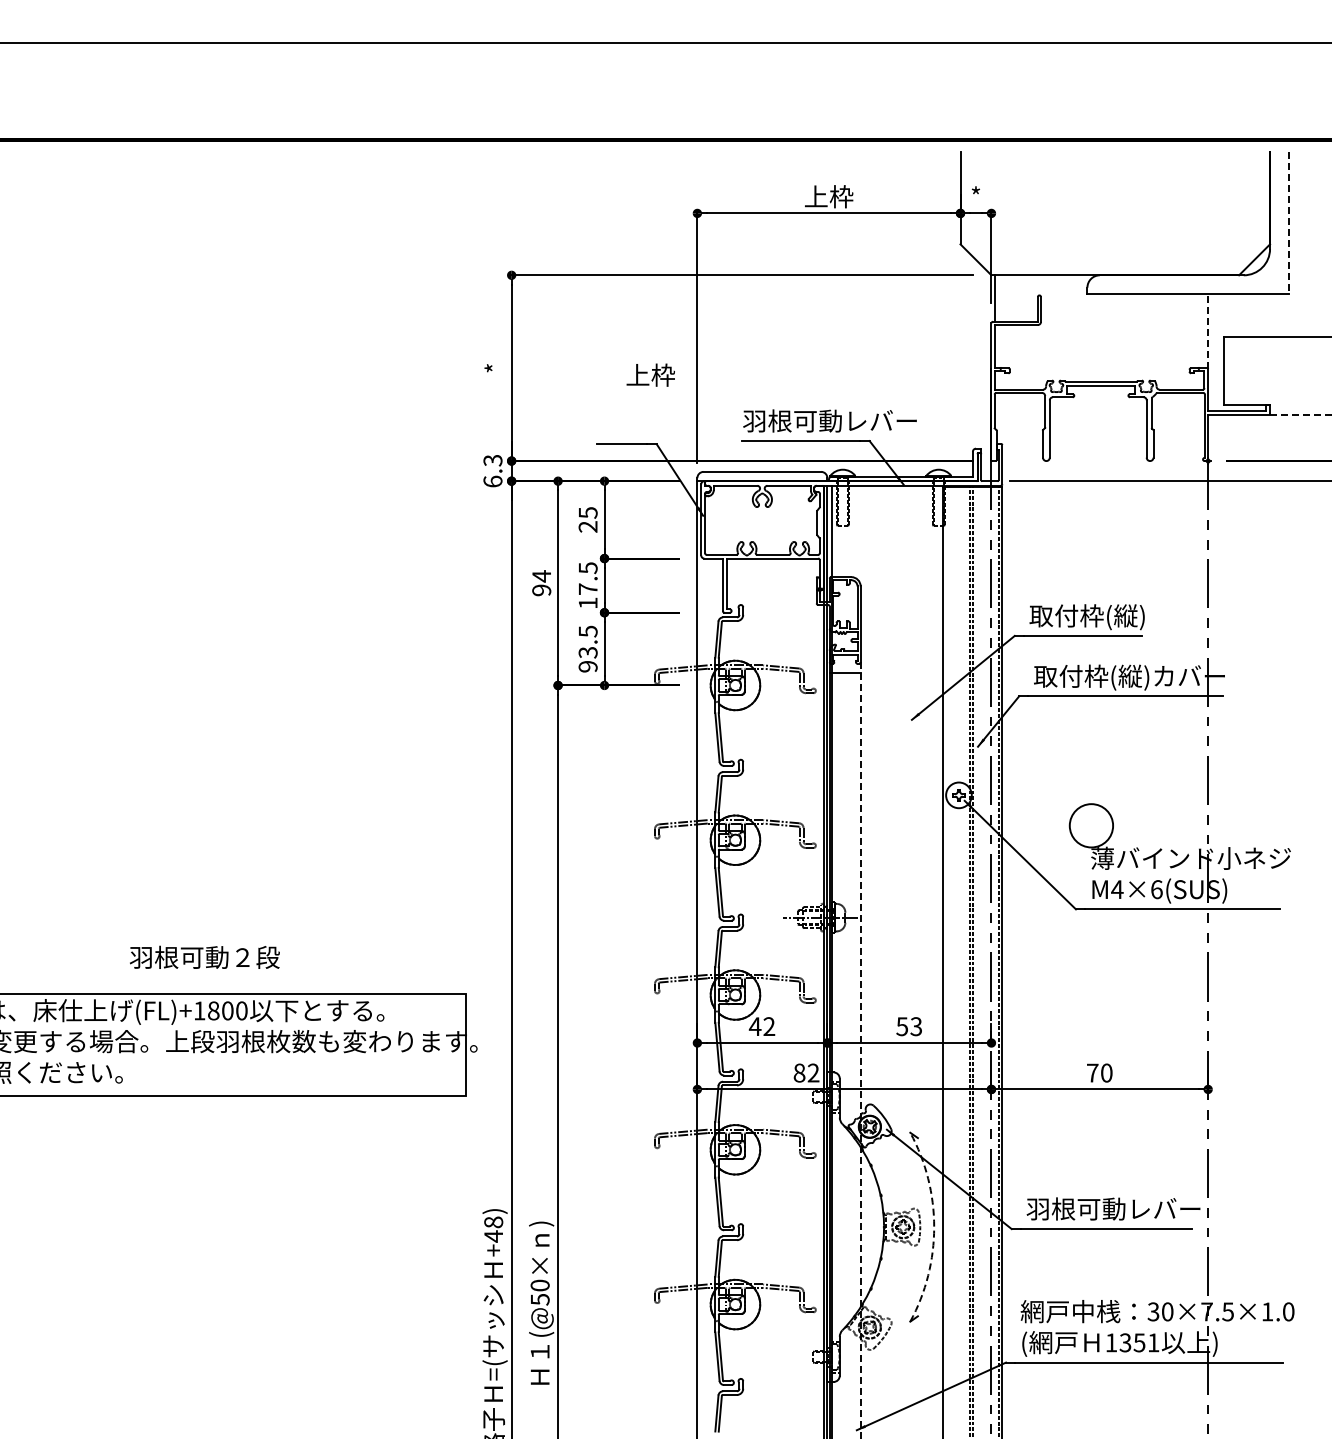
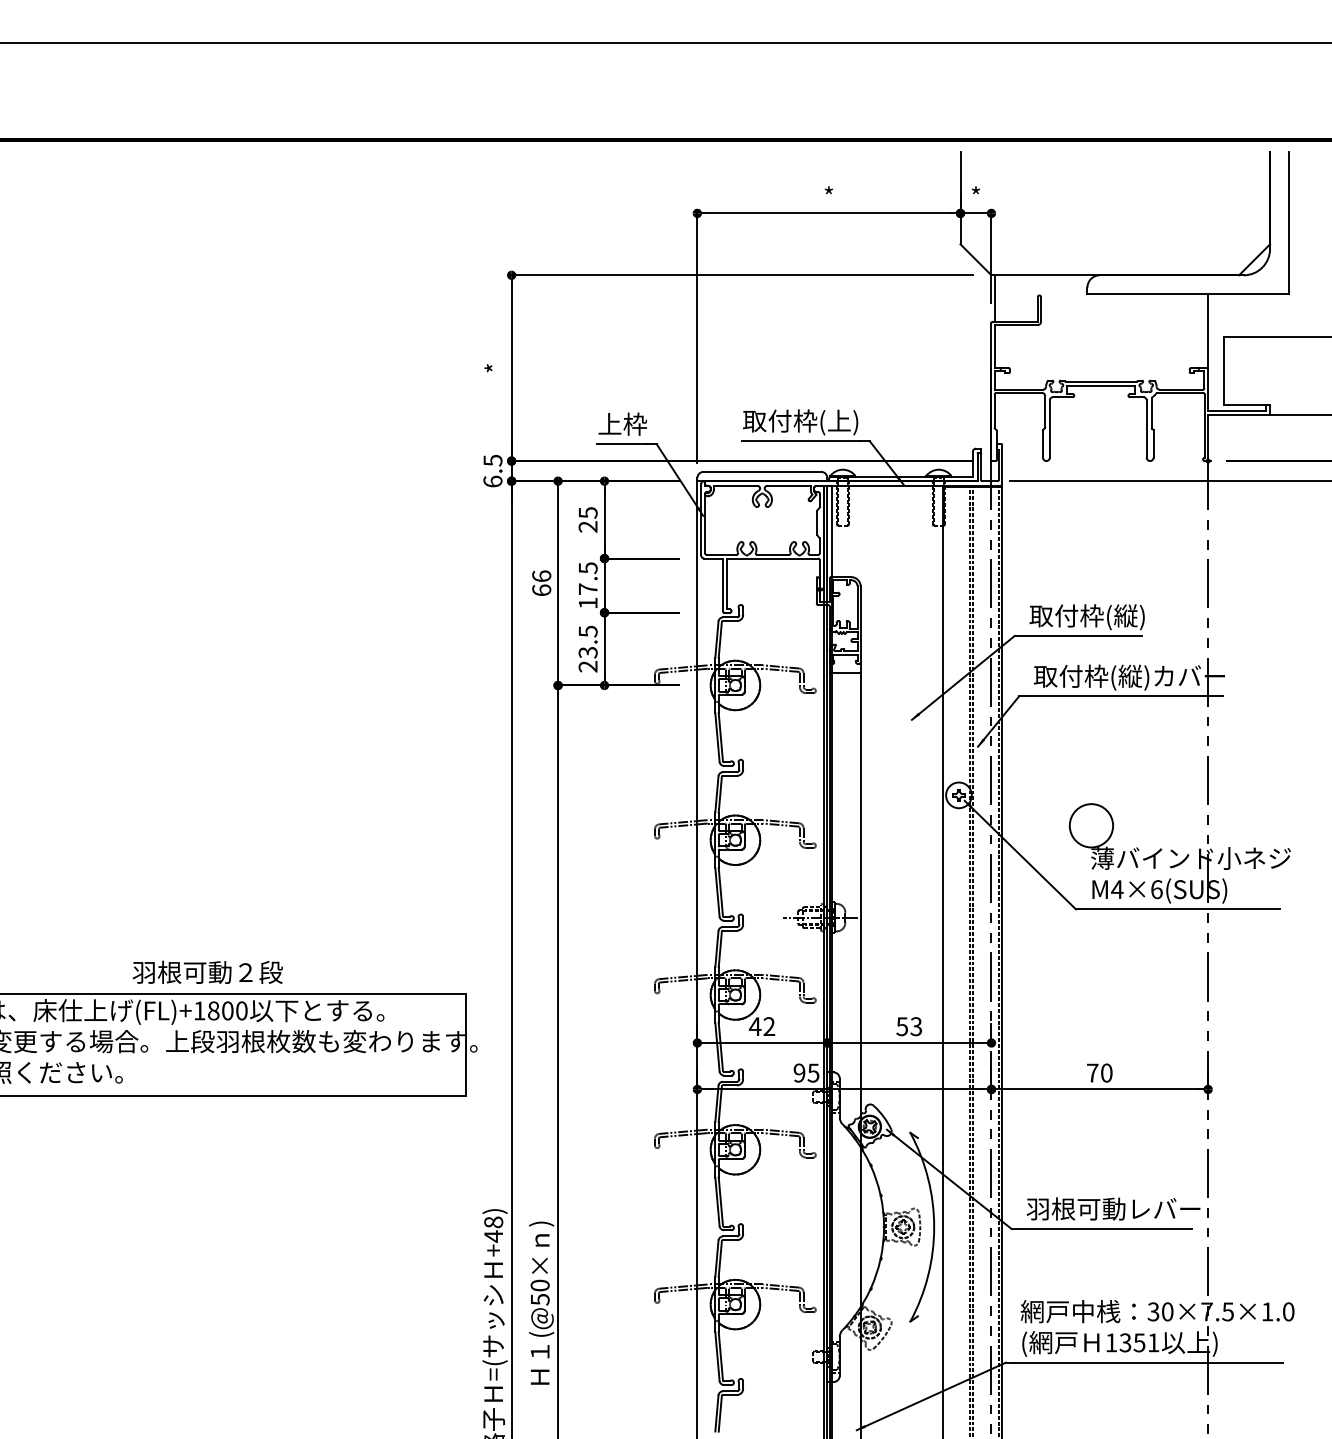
text at (829, 196): 上枠 -> *
line at (1288, 223): dashed -> solid
line at (1208, 331): dashed -> solid
text at (650, 374) position: (650, 374) -> (622, 423)
line at (1301, 414): dashed -> solid
text at (829, 422): 羽根可動レバー -> 取付枠(上)
text at (492, 459): 6.3 -> 6.5
text at (541, 583): 94 -> 66
text at (588, 666): 93.5 -> 23.5
text at (204, 956) position: (204, 956) -> (207, 971)
line at (860, 1050): dashed -> solid
text at (806, 1072): 82 -> 95
arc at (934, 1227): dashed -> solid
